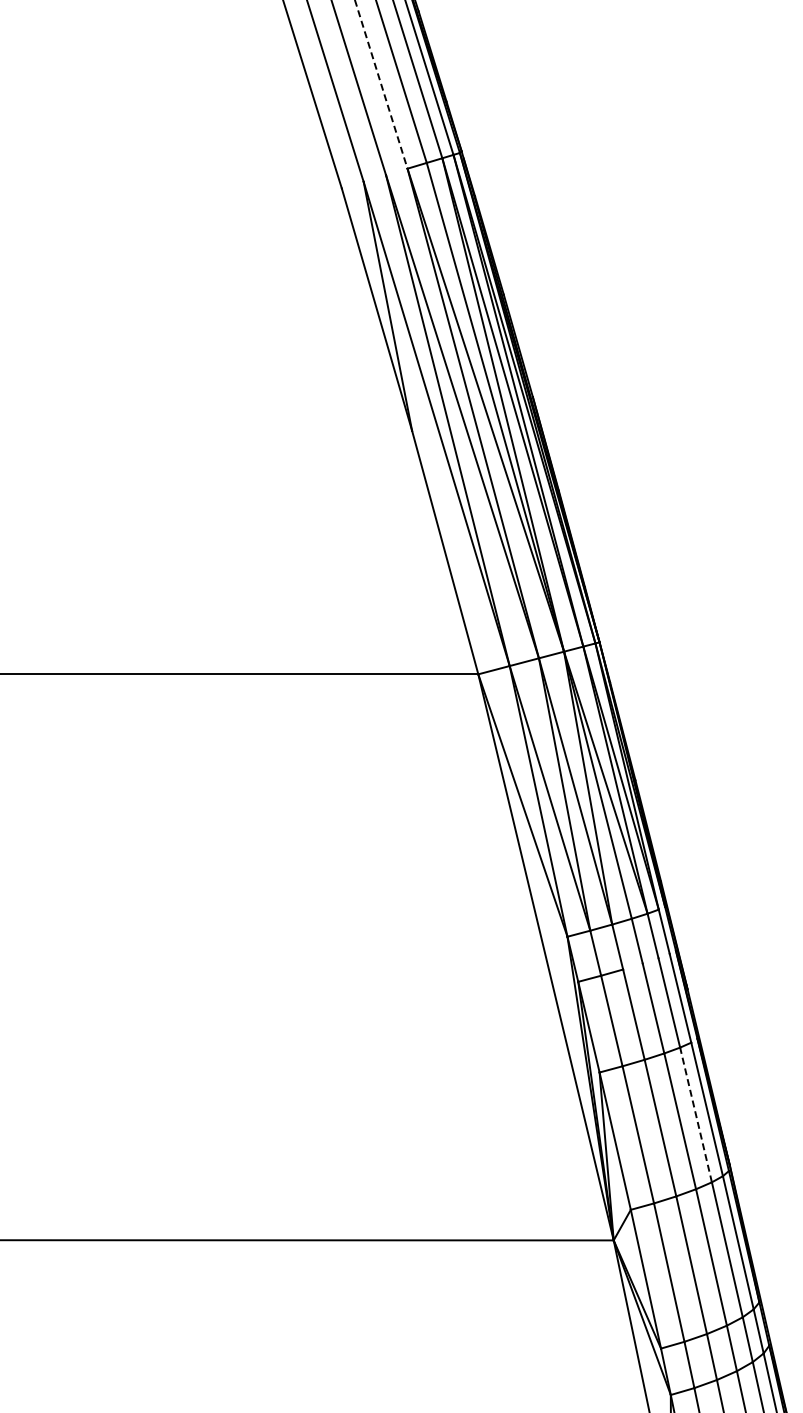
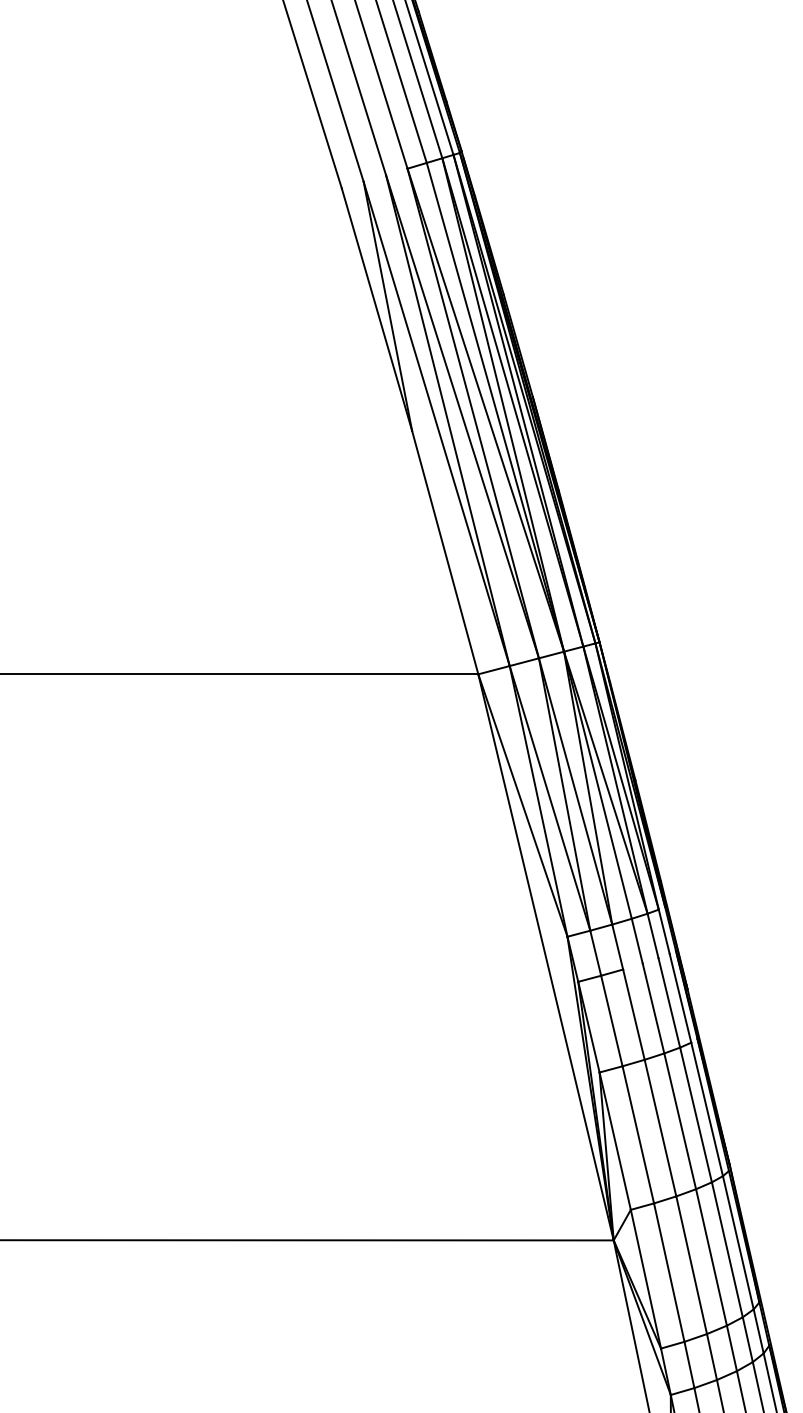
line at (381, 84): dashed -> solid
line at (695, 1114): dashed -> solid
